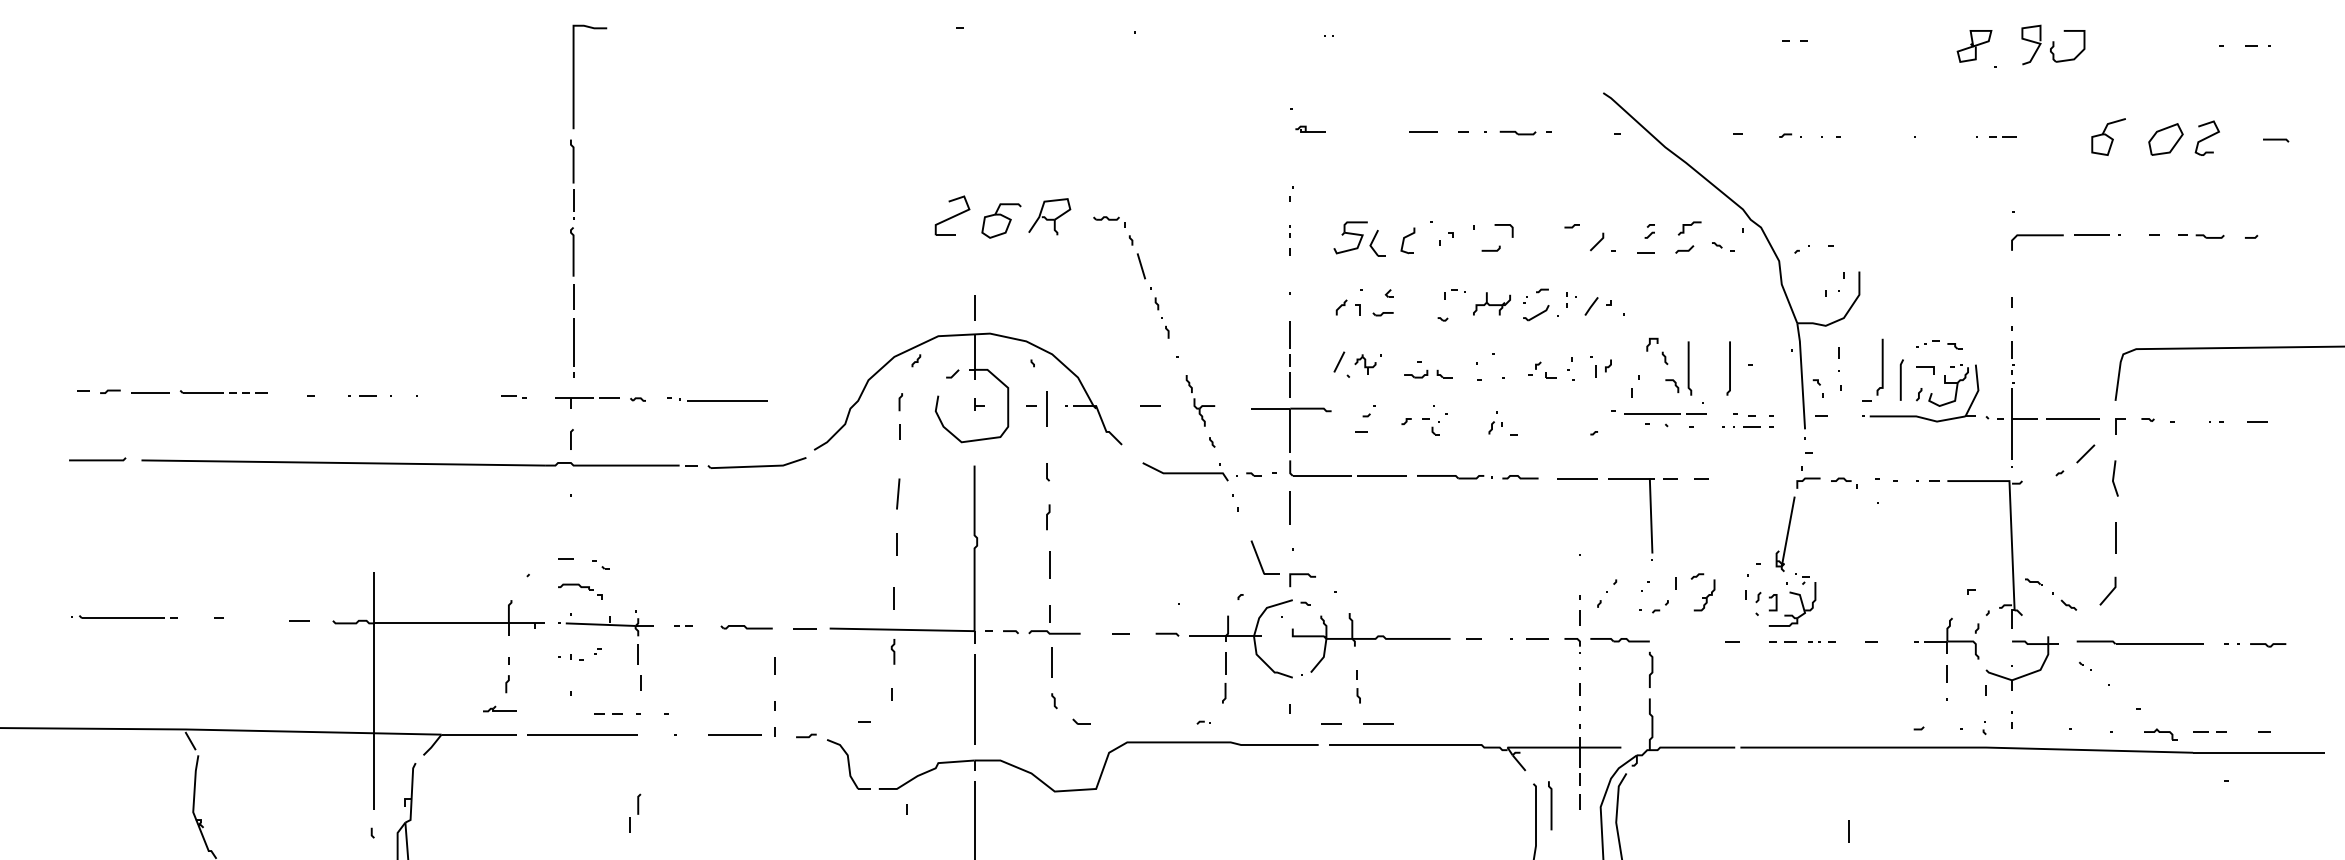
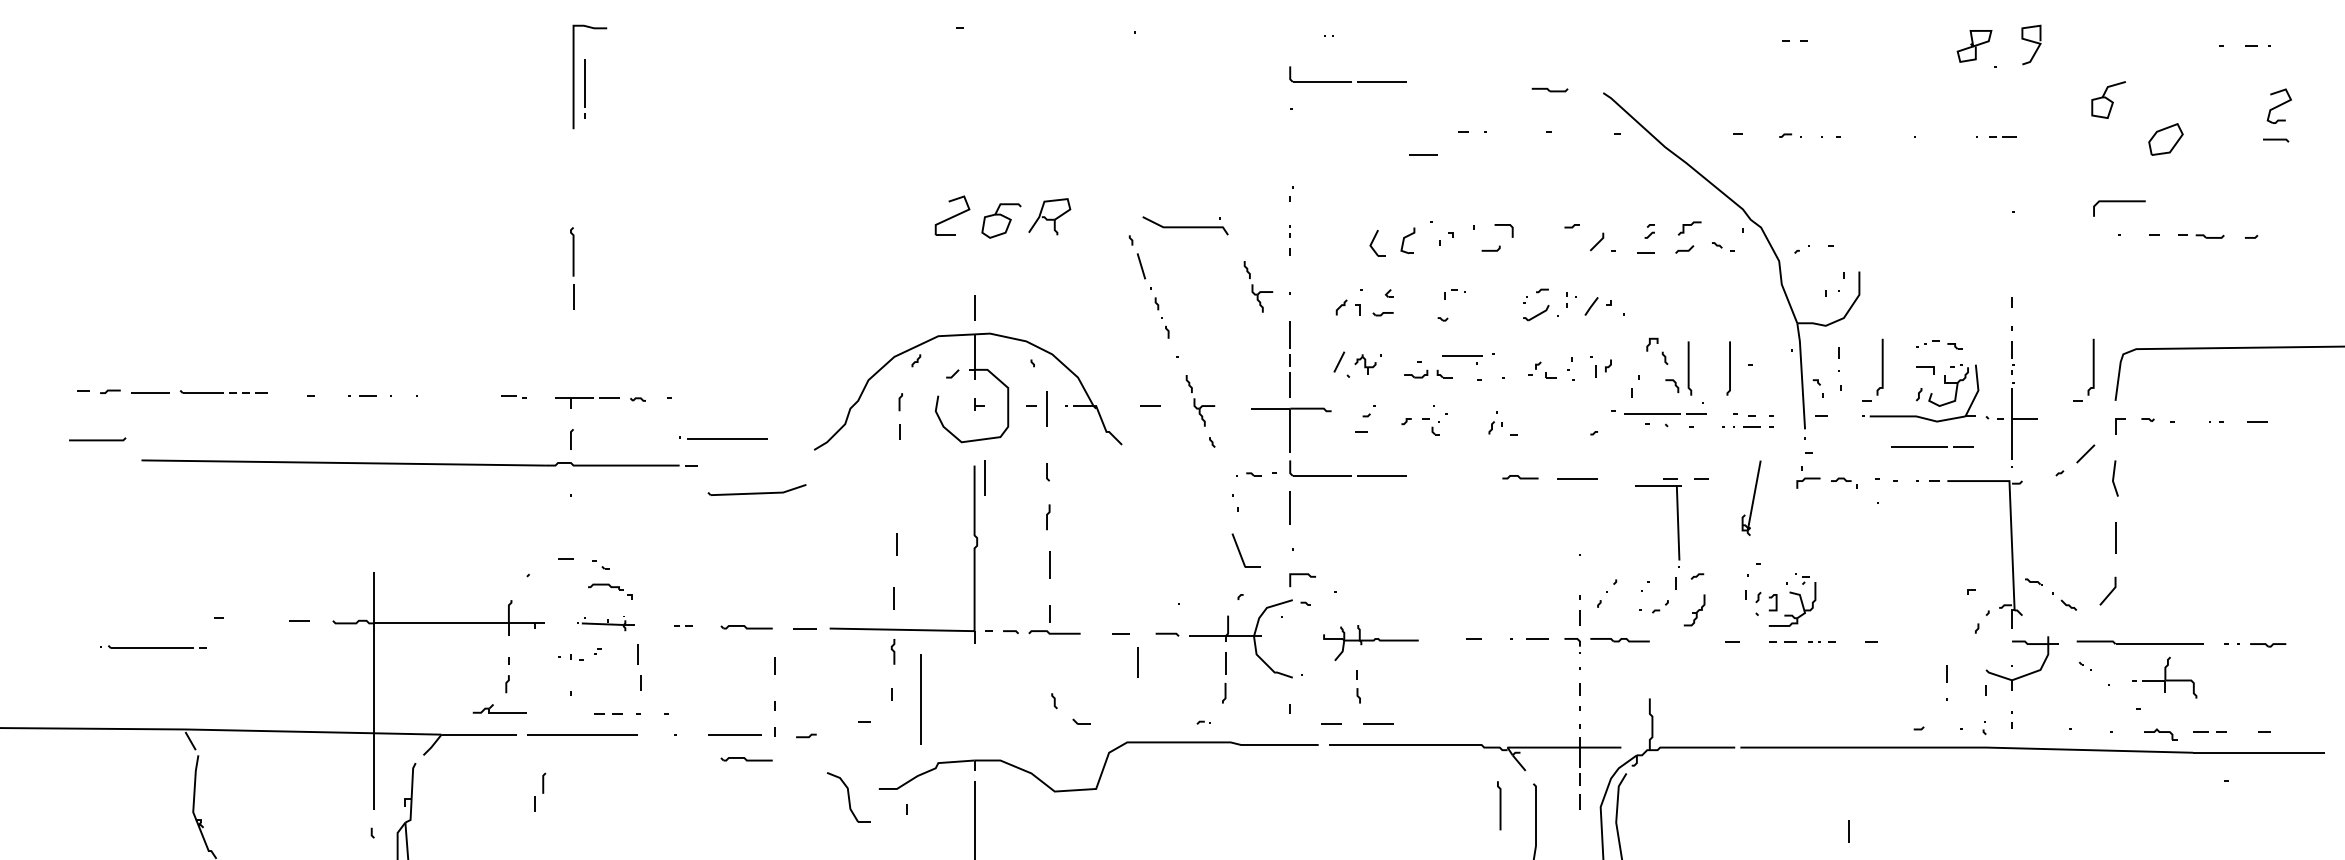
part at (2071, 58): present -> none
part at (1347, 81): none -> present
part at (1310, 128): present -> none
line at (1423, 131) position: (1423, 131) -> (1423, 154)
part at (1517, 132) position: (1517, 132) -> (1549, 89)
part at (2108, 136) position: (2108, 136) -> (2108, 99)
part at (2206, 137) position: (2206, 137) -> (2278, 105)
part at (572, 179): present -> none
part at (1109, 221): present -> none
line at (2091, 234): present -> none
line at (2037, 236) position: (2037, 236) -> (2119, 202)
part at (1350, 237): present -> none
part at (1258, 286): none -> present
part at (1491, 303): present -> none
line at (573, 347) position: (573, 347) -> (584, 88)
line at (1462, 355): none -> present
part at (2092, 369): none -> present
line at (1901, 379): present -> none
part at (723, 399) position: (723, 399) -> (723, 437)
line at (2072, 418): present -> none
line at (1932, 446): none -> present
line at (97, 459) position: (97, 459) -> (97, 439)
part at (756, 462) position: (756, 462) -> (756, 489)
part at (1185, 471) position: (1185, 471) -> (1185, 225)
line at (984, 477): none -> present
part at (1454, 477): present -> none
line at (898, 493): present -> none
part at (1650, 519) position: (1650, 519) -> (1677, 526)
part at (1785, 533) position: (1785, 533) -> (1751, 497)
part at (1264, 557) position: (1264, 557) -> (1245, 550)
part at (580, 591) position: (580, 591) -> (610, 591)
part at (1704, 595) position: (1704, 595) -> (1694, 610)
part at (124, 616) position: (124, 616) -> (153, 646)
part at (605, 623) size: 96x27 px -> 58x16 px
part at (1946, 638) position: (1946, 638) -> (2164, 677)
part at (1370, 642) size: 160x60 px -> 96x37 px
line at (1051, 662) position: (1051, 662) -> (1137, 662)
curve at (1651, 669): present -> none
line at (974, 699) position: (974, 699) -> (920, 699)
part at (499, 708) size: 34x8 px -> 55x10 px
part at (746, 759): none -> present
part at (848, 764) position: (848, 764) -> (848, 797)
line at (1550, 805) position: (1550, 805) -> (1499, 805)
part at (635, 812) position: (635, 812) -> (540, 791)
